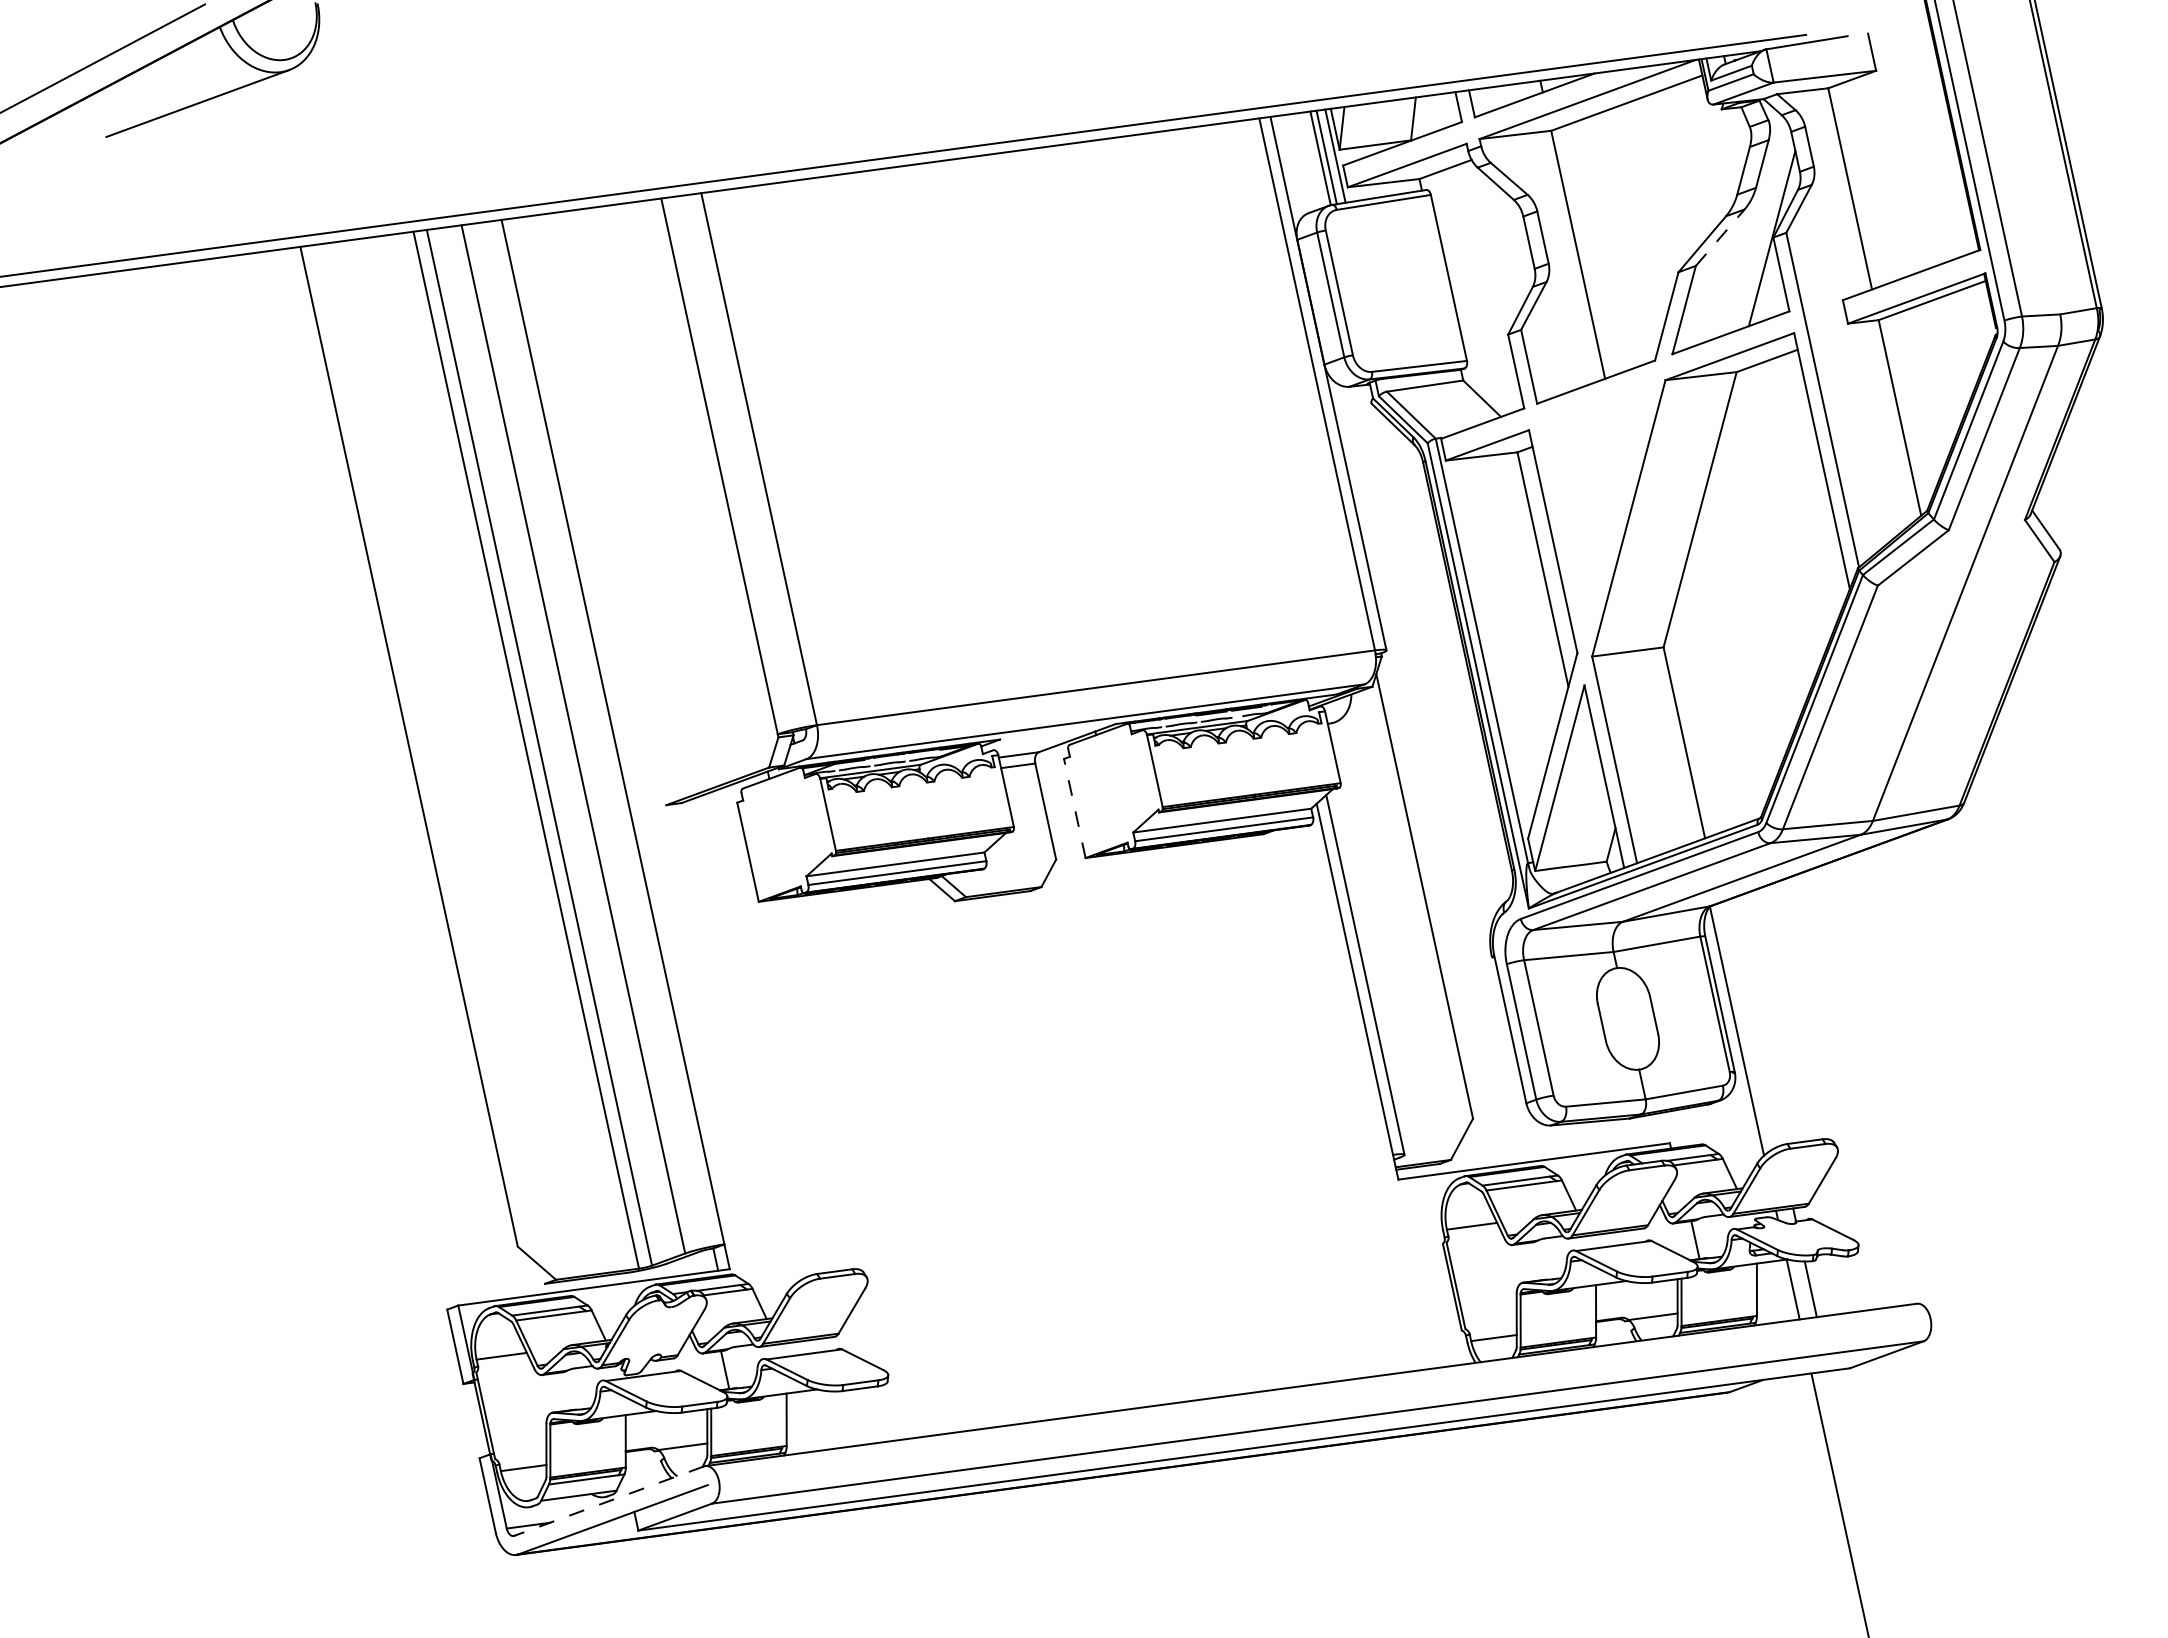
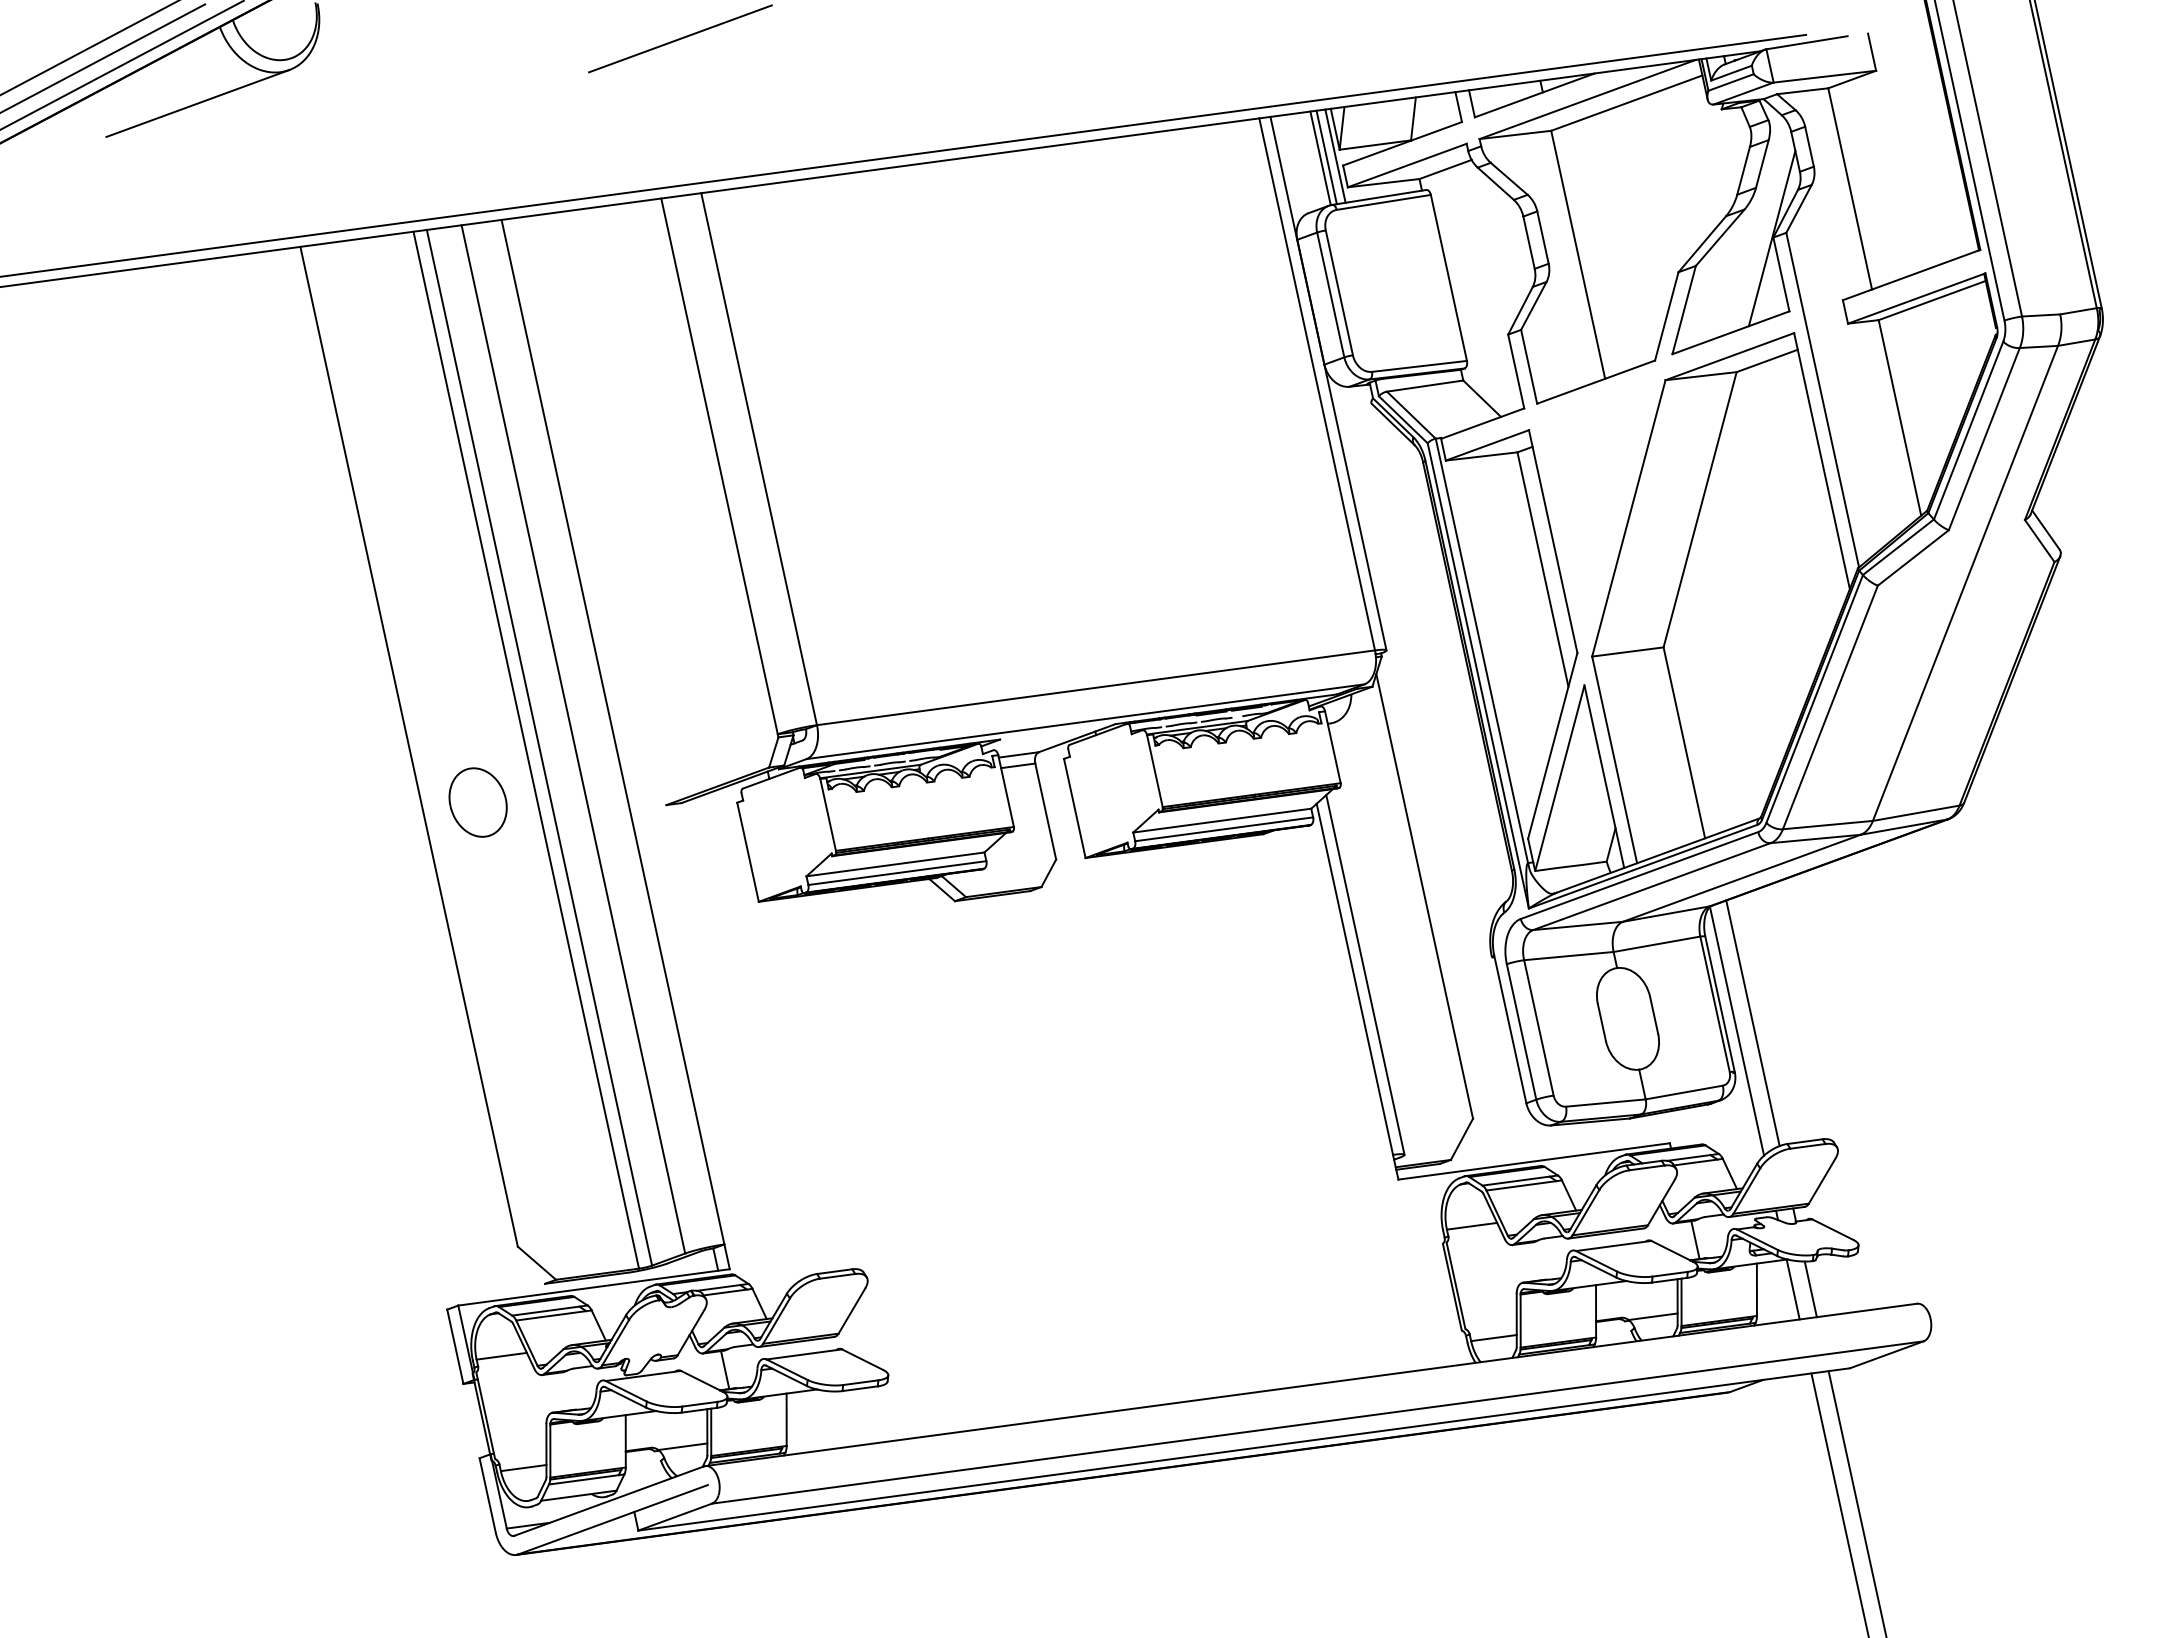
line at (680, 38): none -> present
line at (89, 48): none -> present
line at (121, 65): none -> present
line at (1720, 237): dashed -> solid
part at (477, 802): none -> present
line at (1074, 808): dashed -> solid
line at (1752, 1023): none -> present
line at (609, 1501): dashed -> solid
line at (1856, 1502): none -> present
